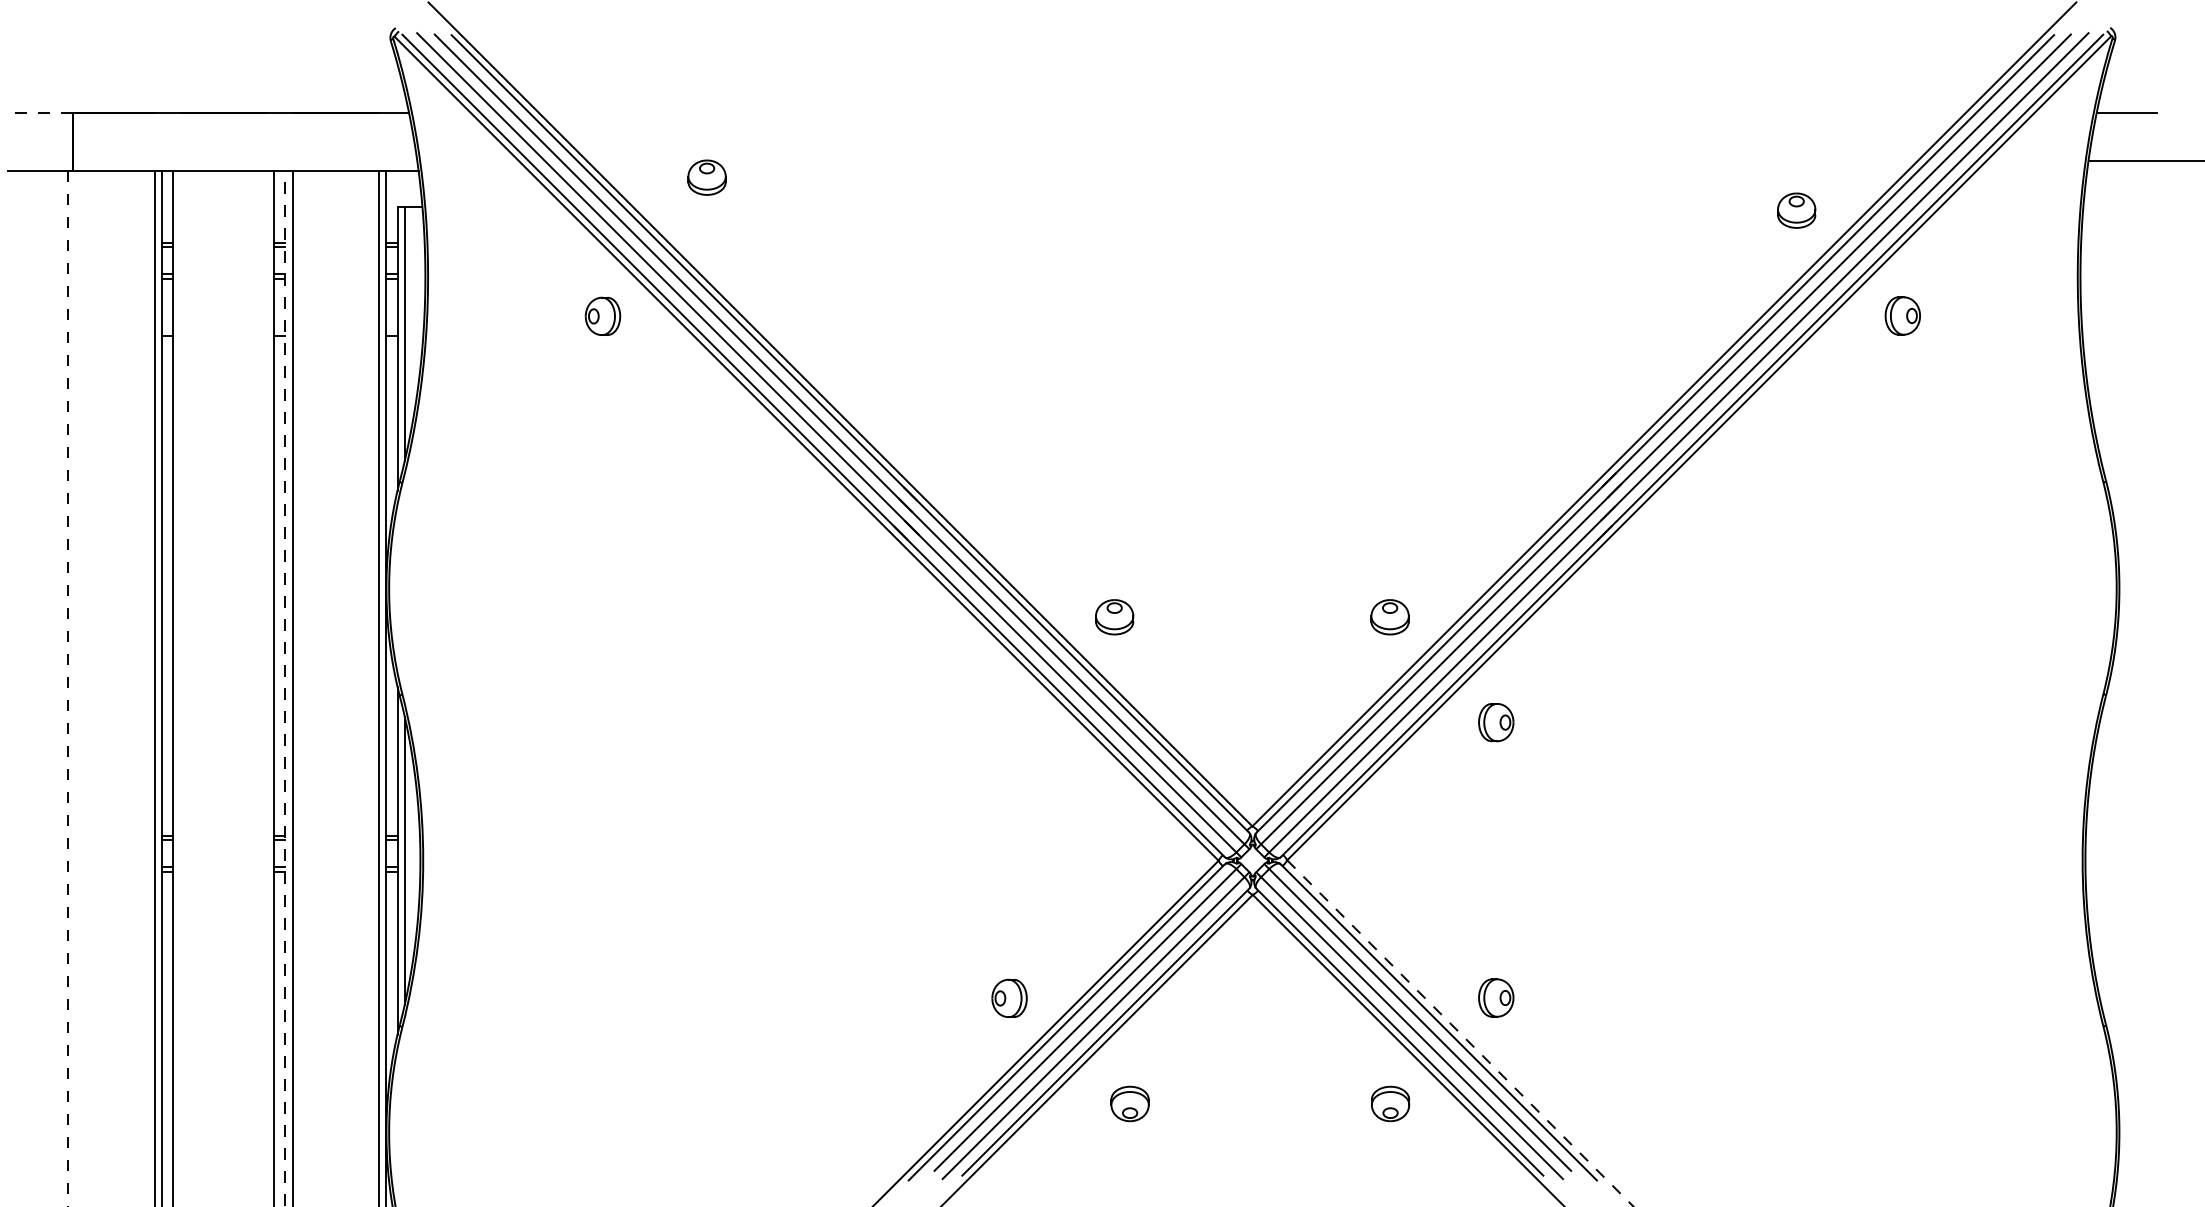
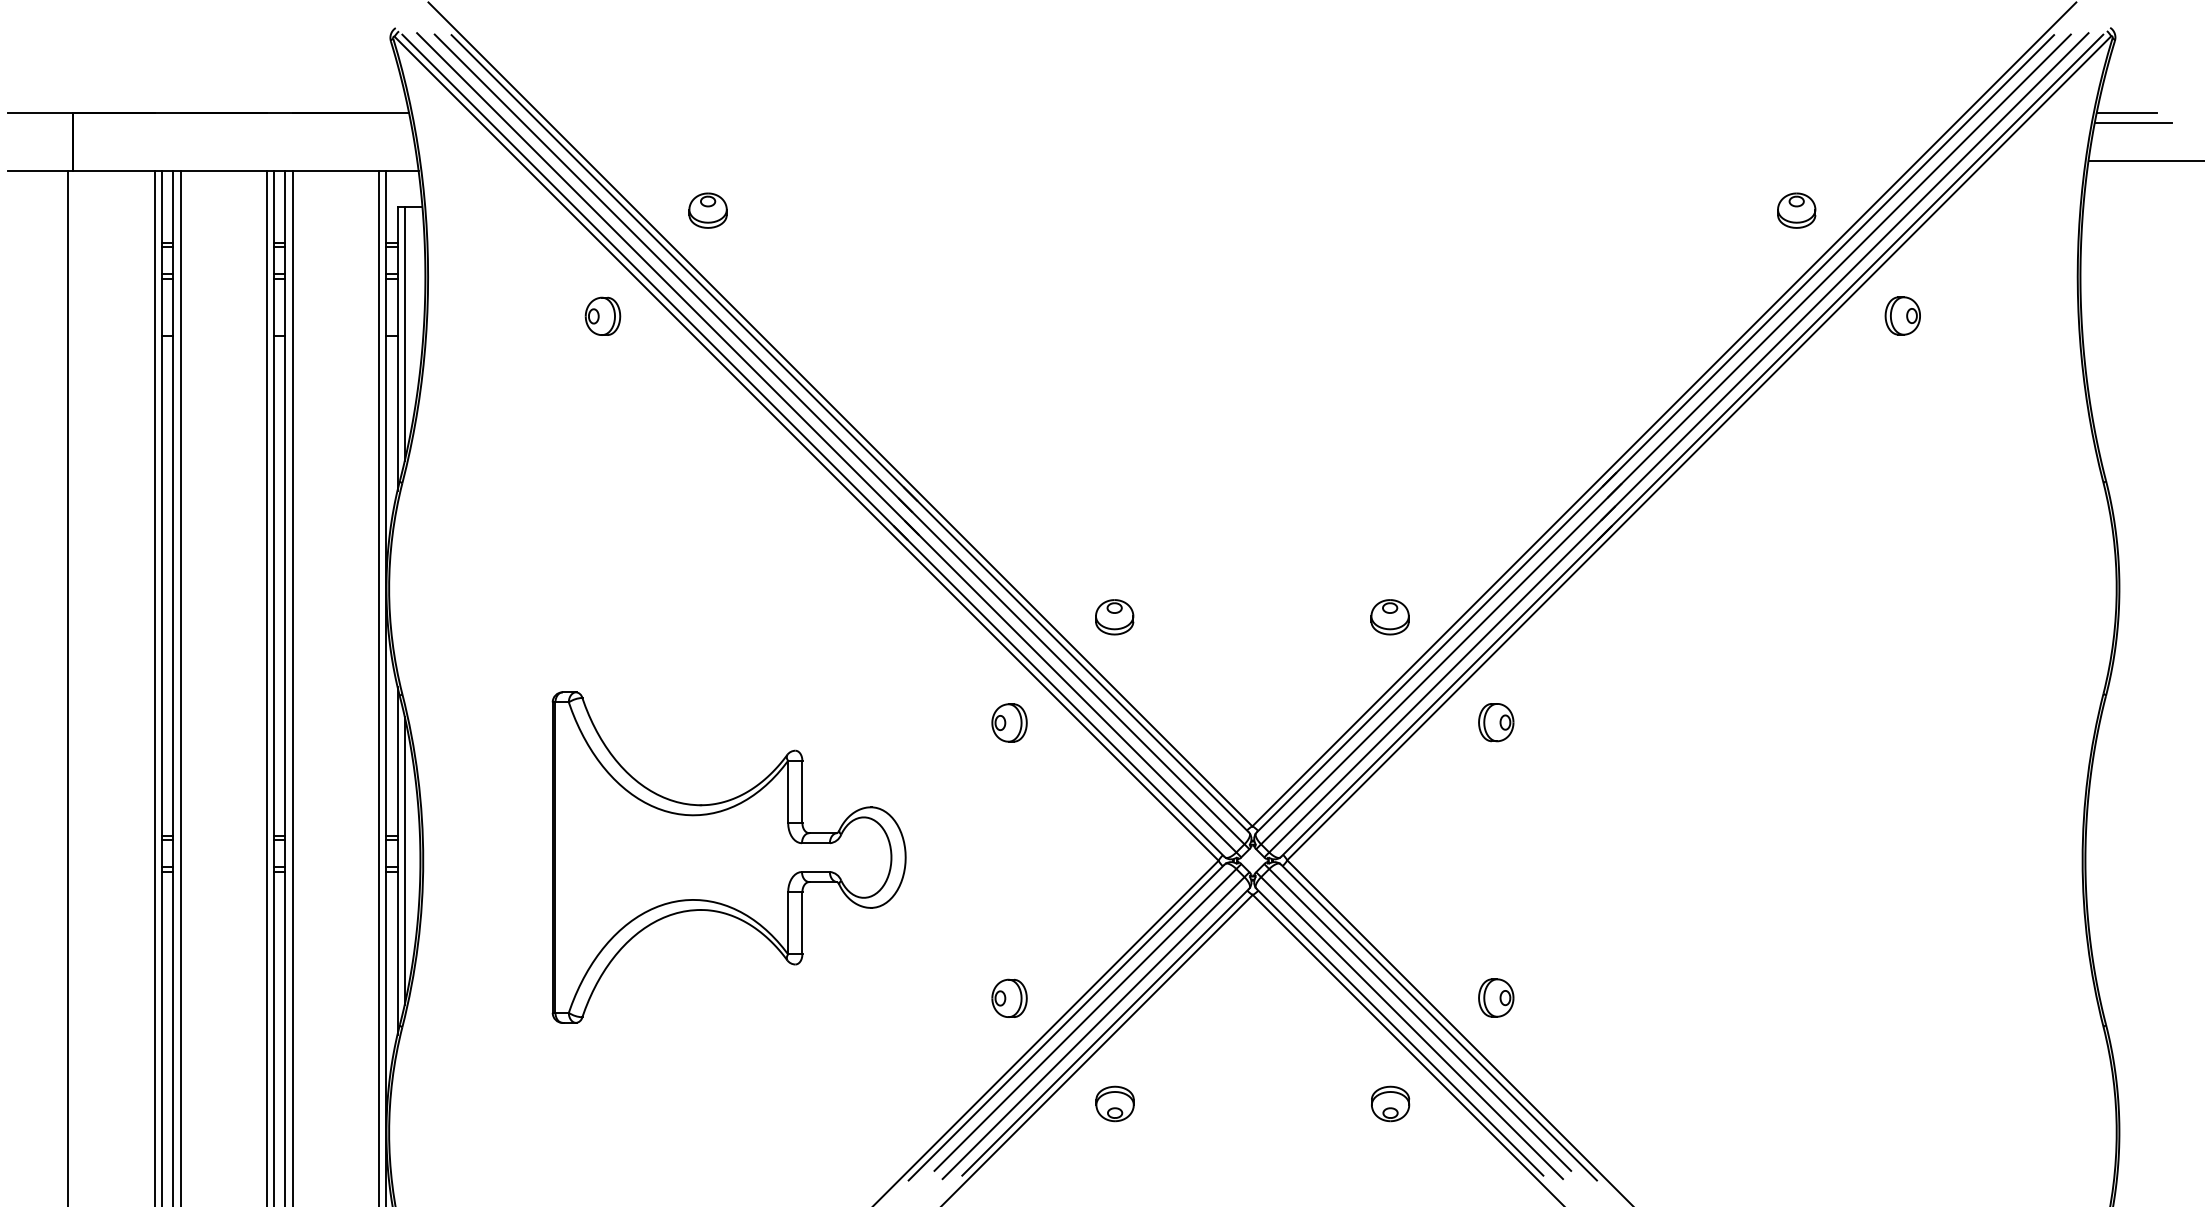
line at (40, 113): dashed -> solid
line at (2133, 123): none -> present
part at (706, 177) position: (706, 177) -> (707, 210)
line at (180, 686): none -> present
line at (266, 686): none -> present
line at (68, 688): dashed -> solid
line at (285, 688): dashed -> solid
part at (1009, 722): none -> present
part at (728, 857): none -> present
line at (1460, 1033): dashed -> solid
part at (1129, 1103) position: (1129, 1103) -> (1114, 1103)
